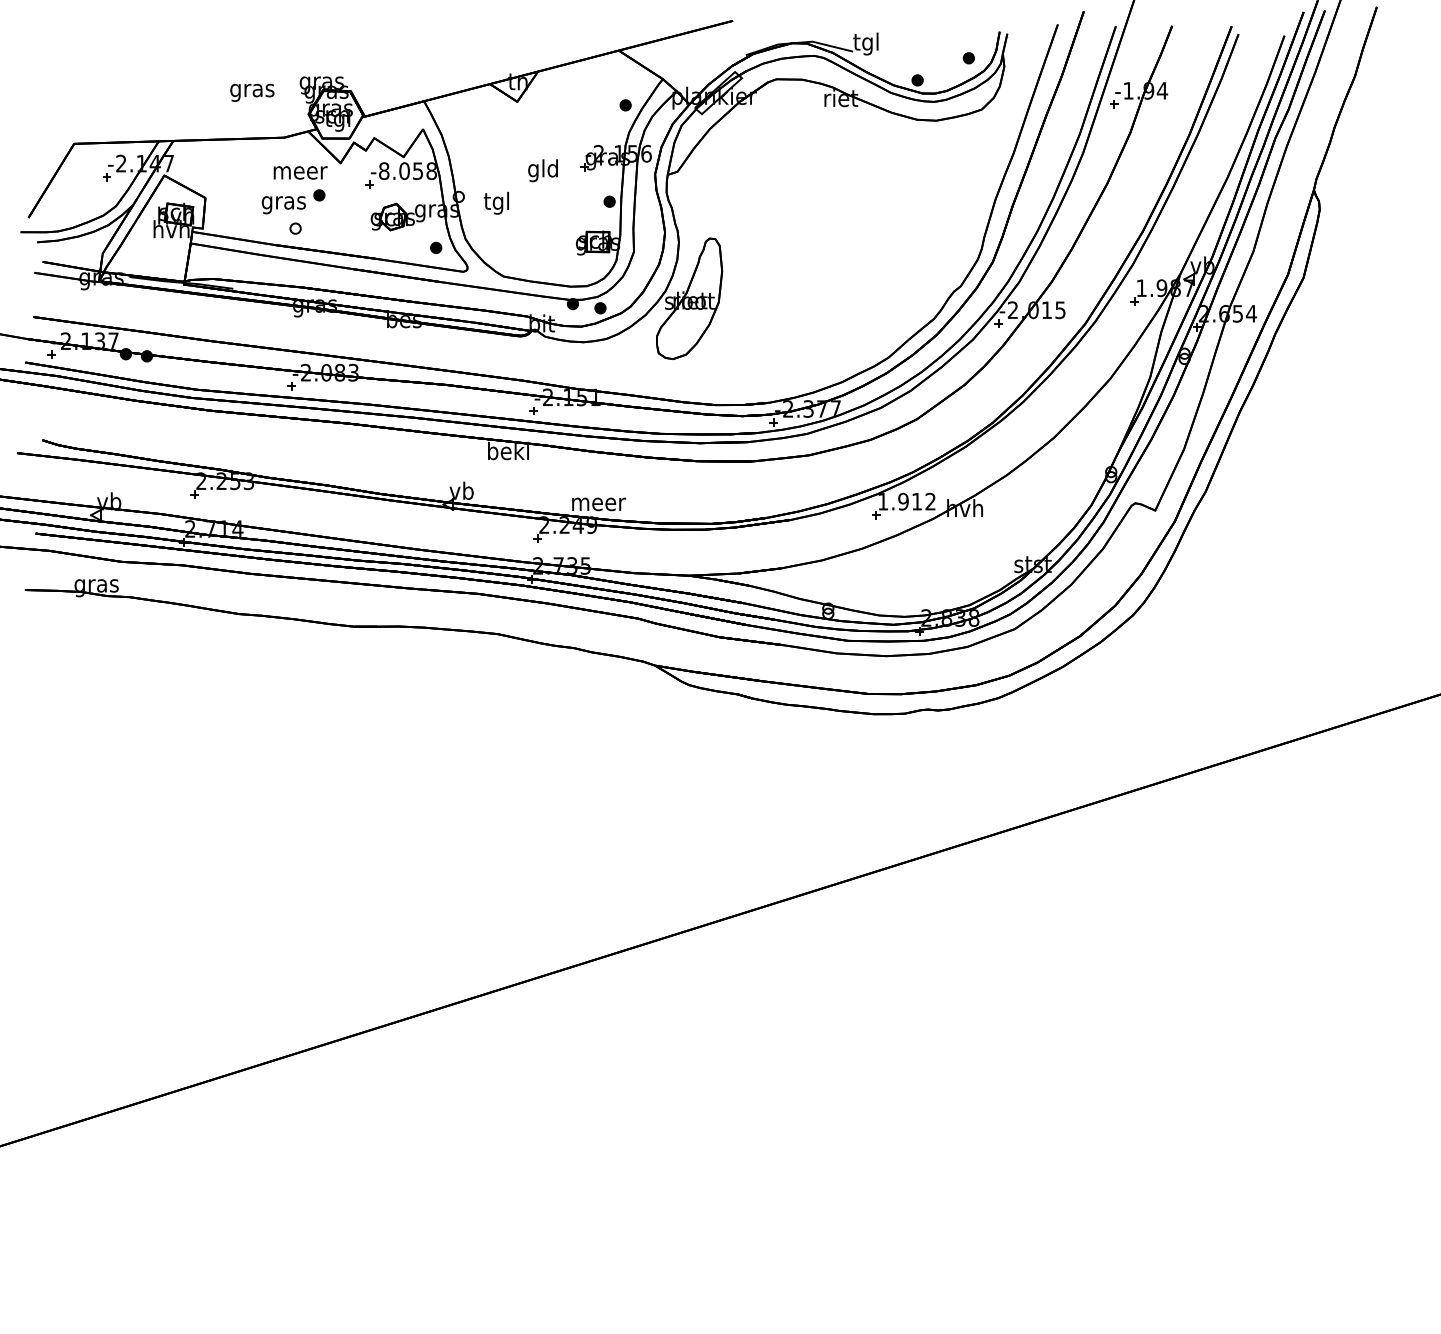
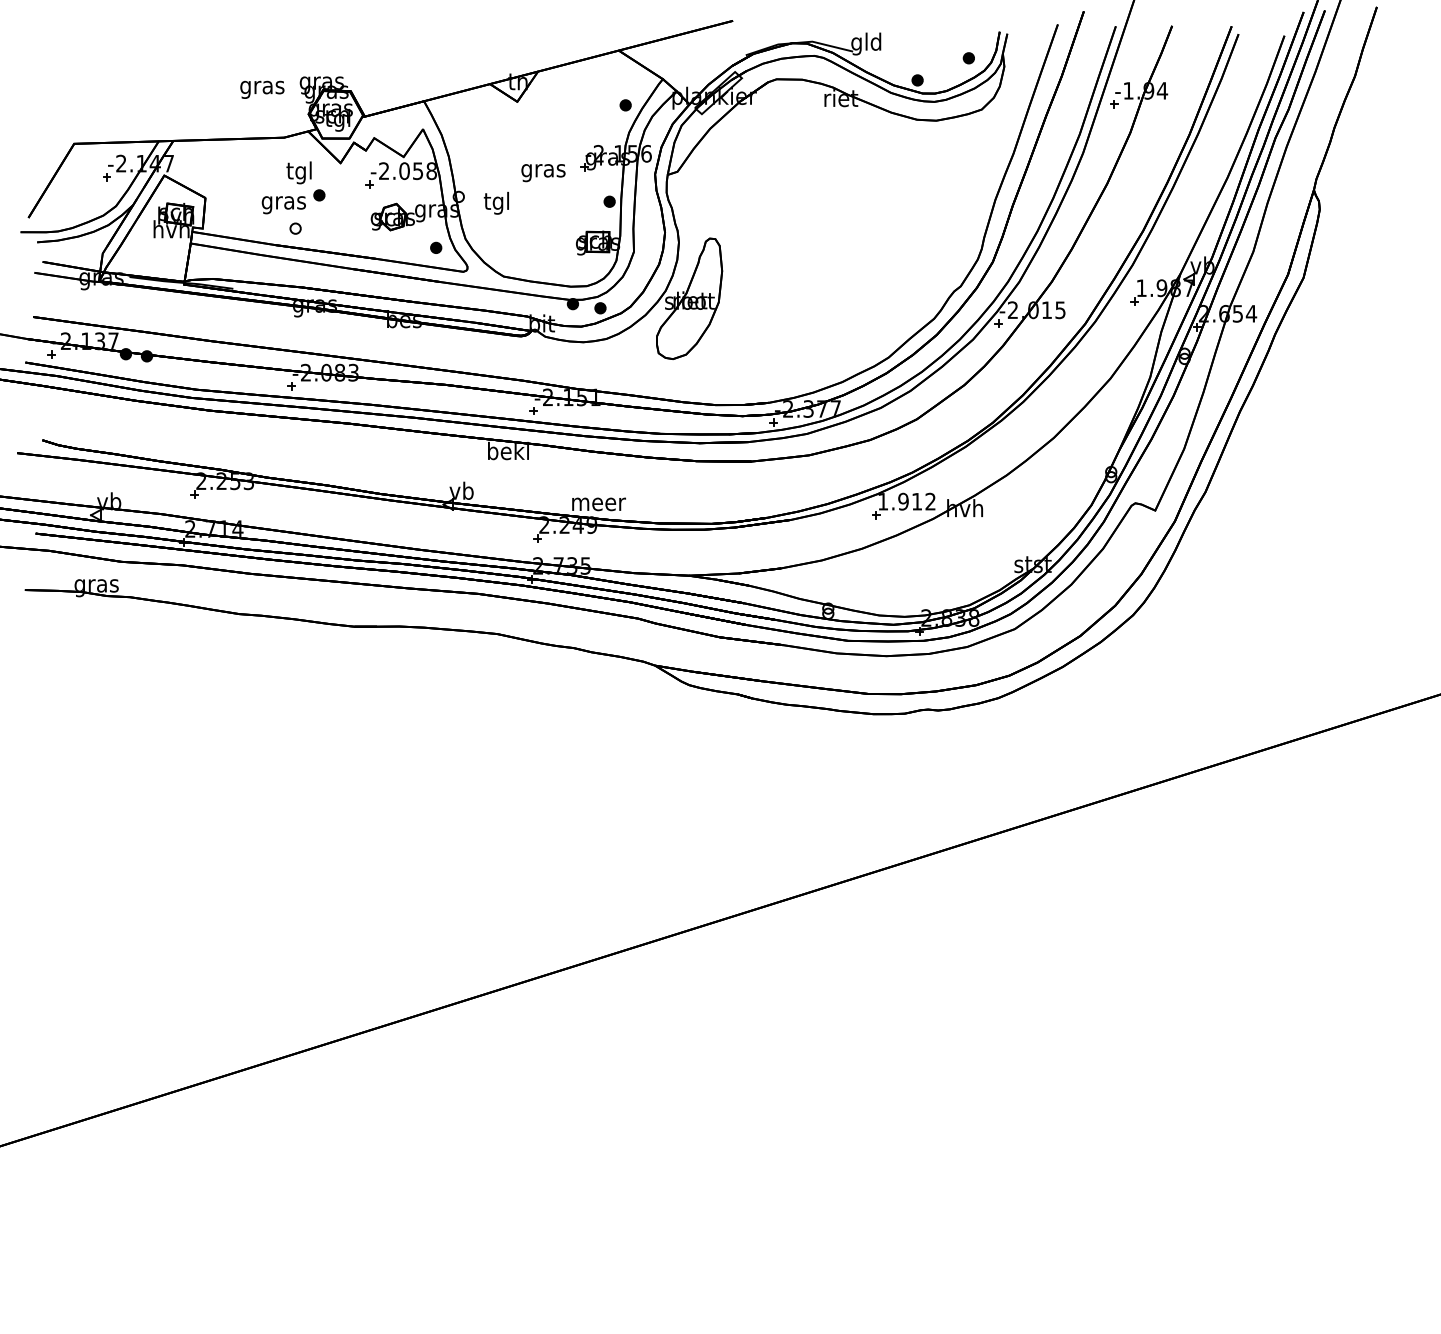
text at (866, 43): tgl -> gld
text at (252, 92) position: (252, 92) -> (262, 89)
text at (543, 170): gld -> gras
text at (384, 171): -8.058 -> -2.058
text at (300, 172): meer -> tgl
